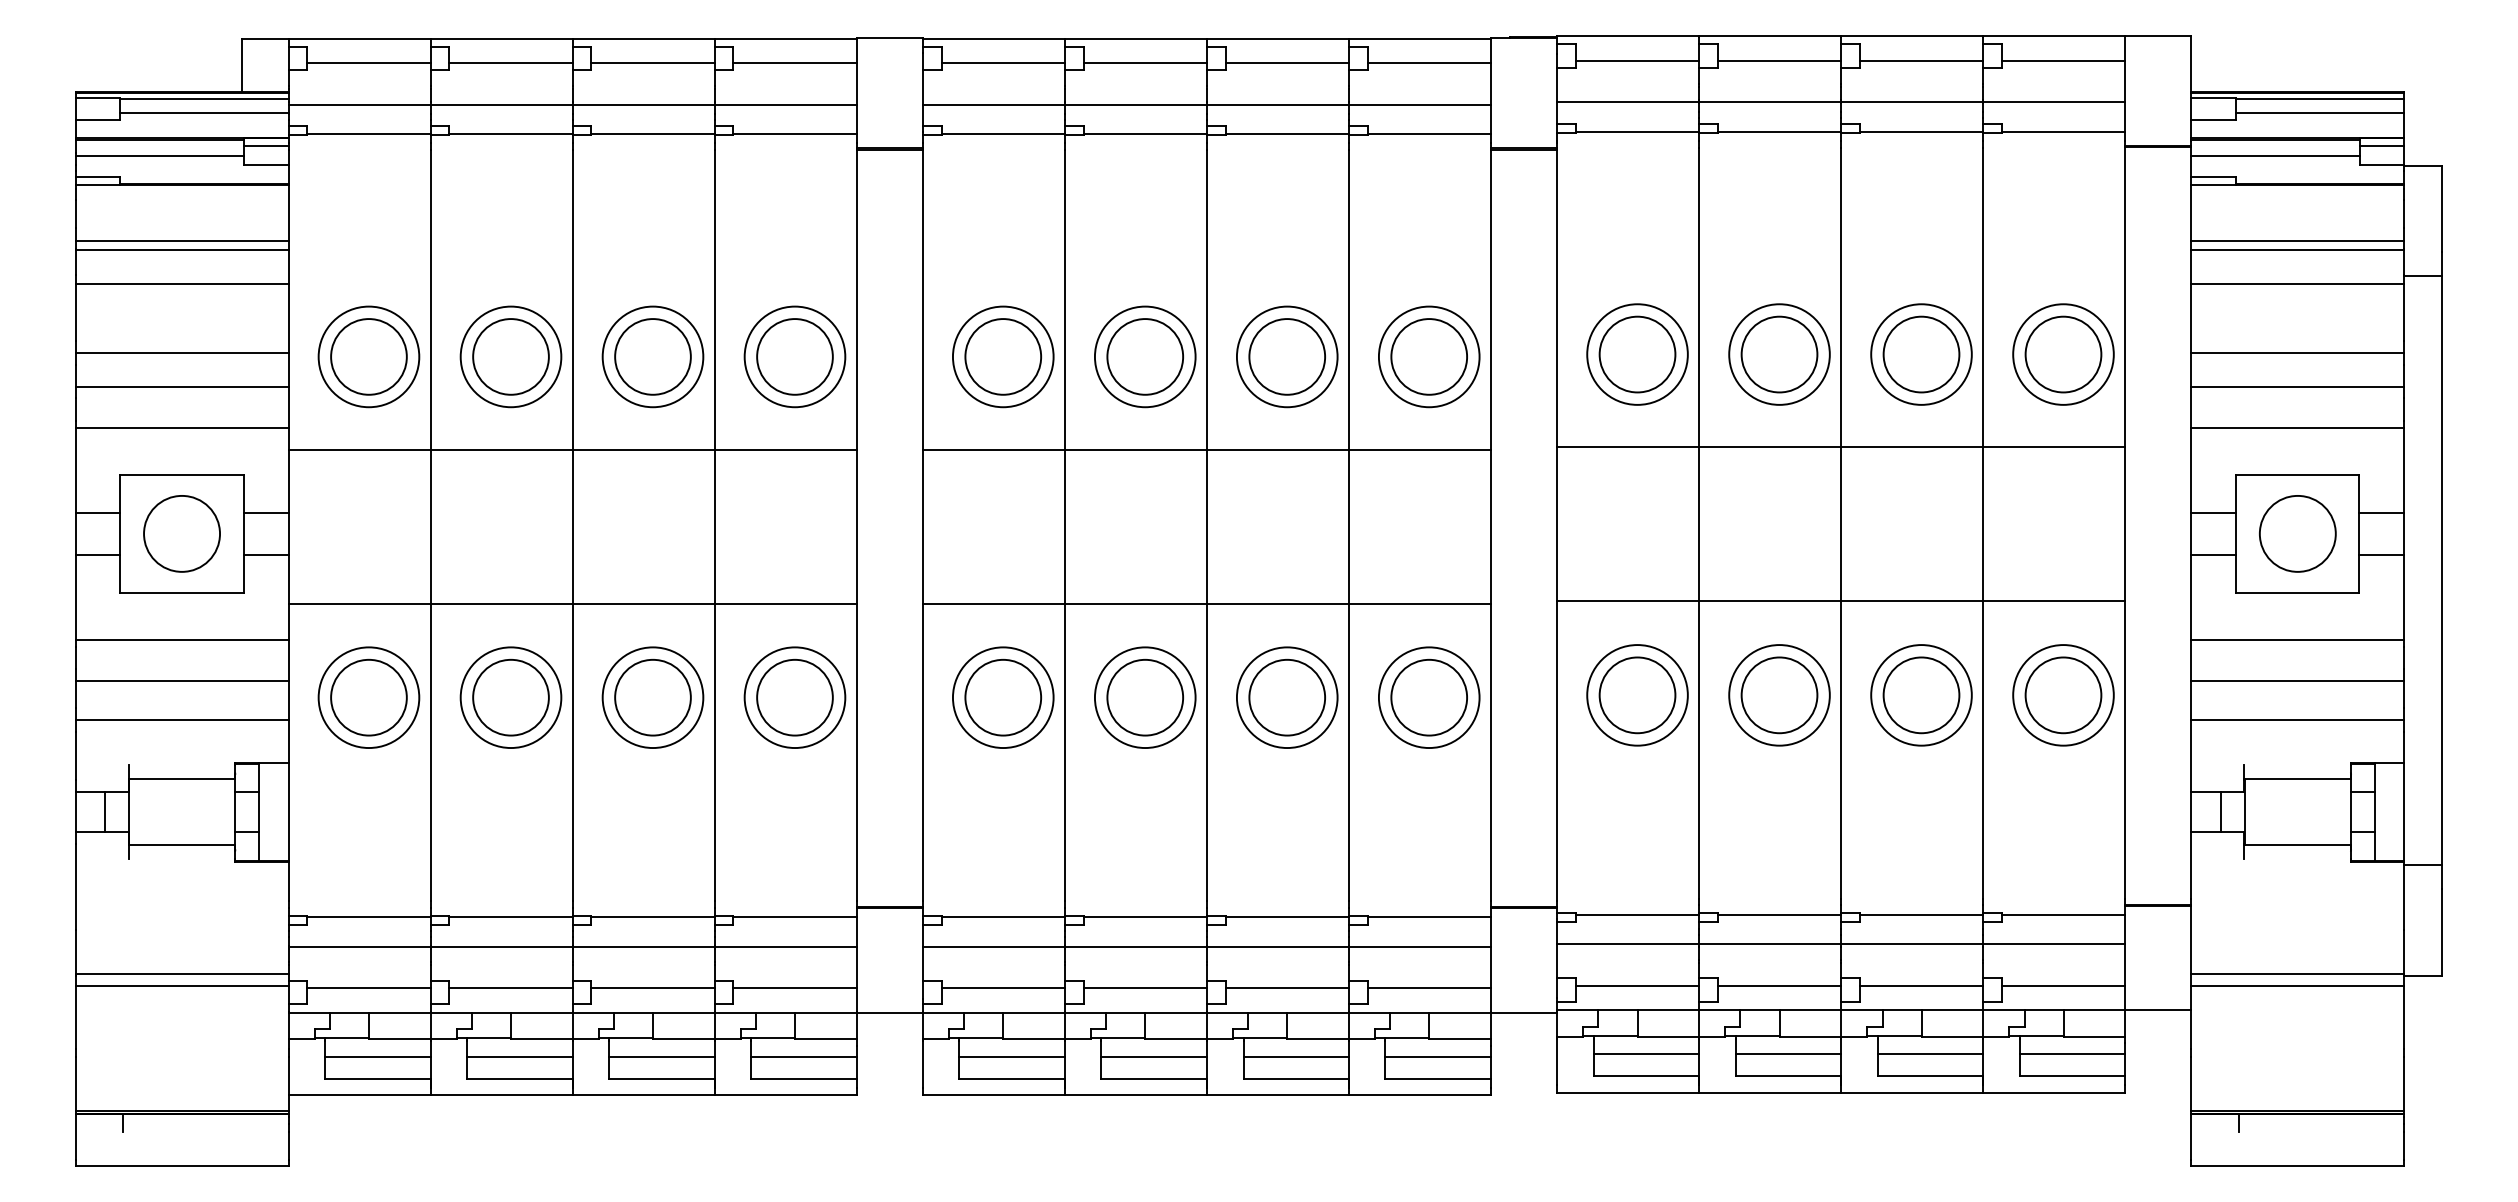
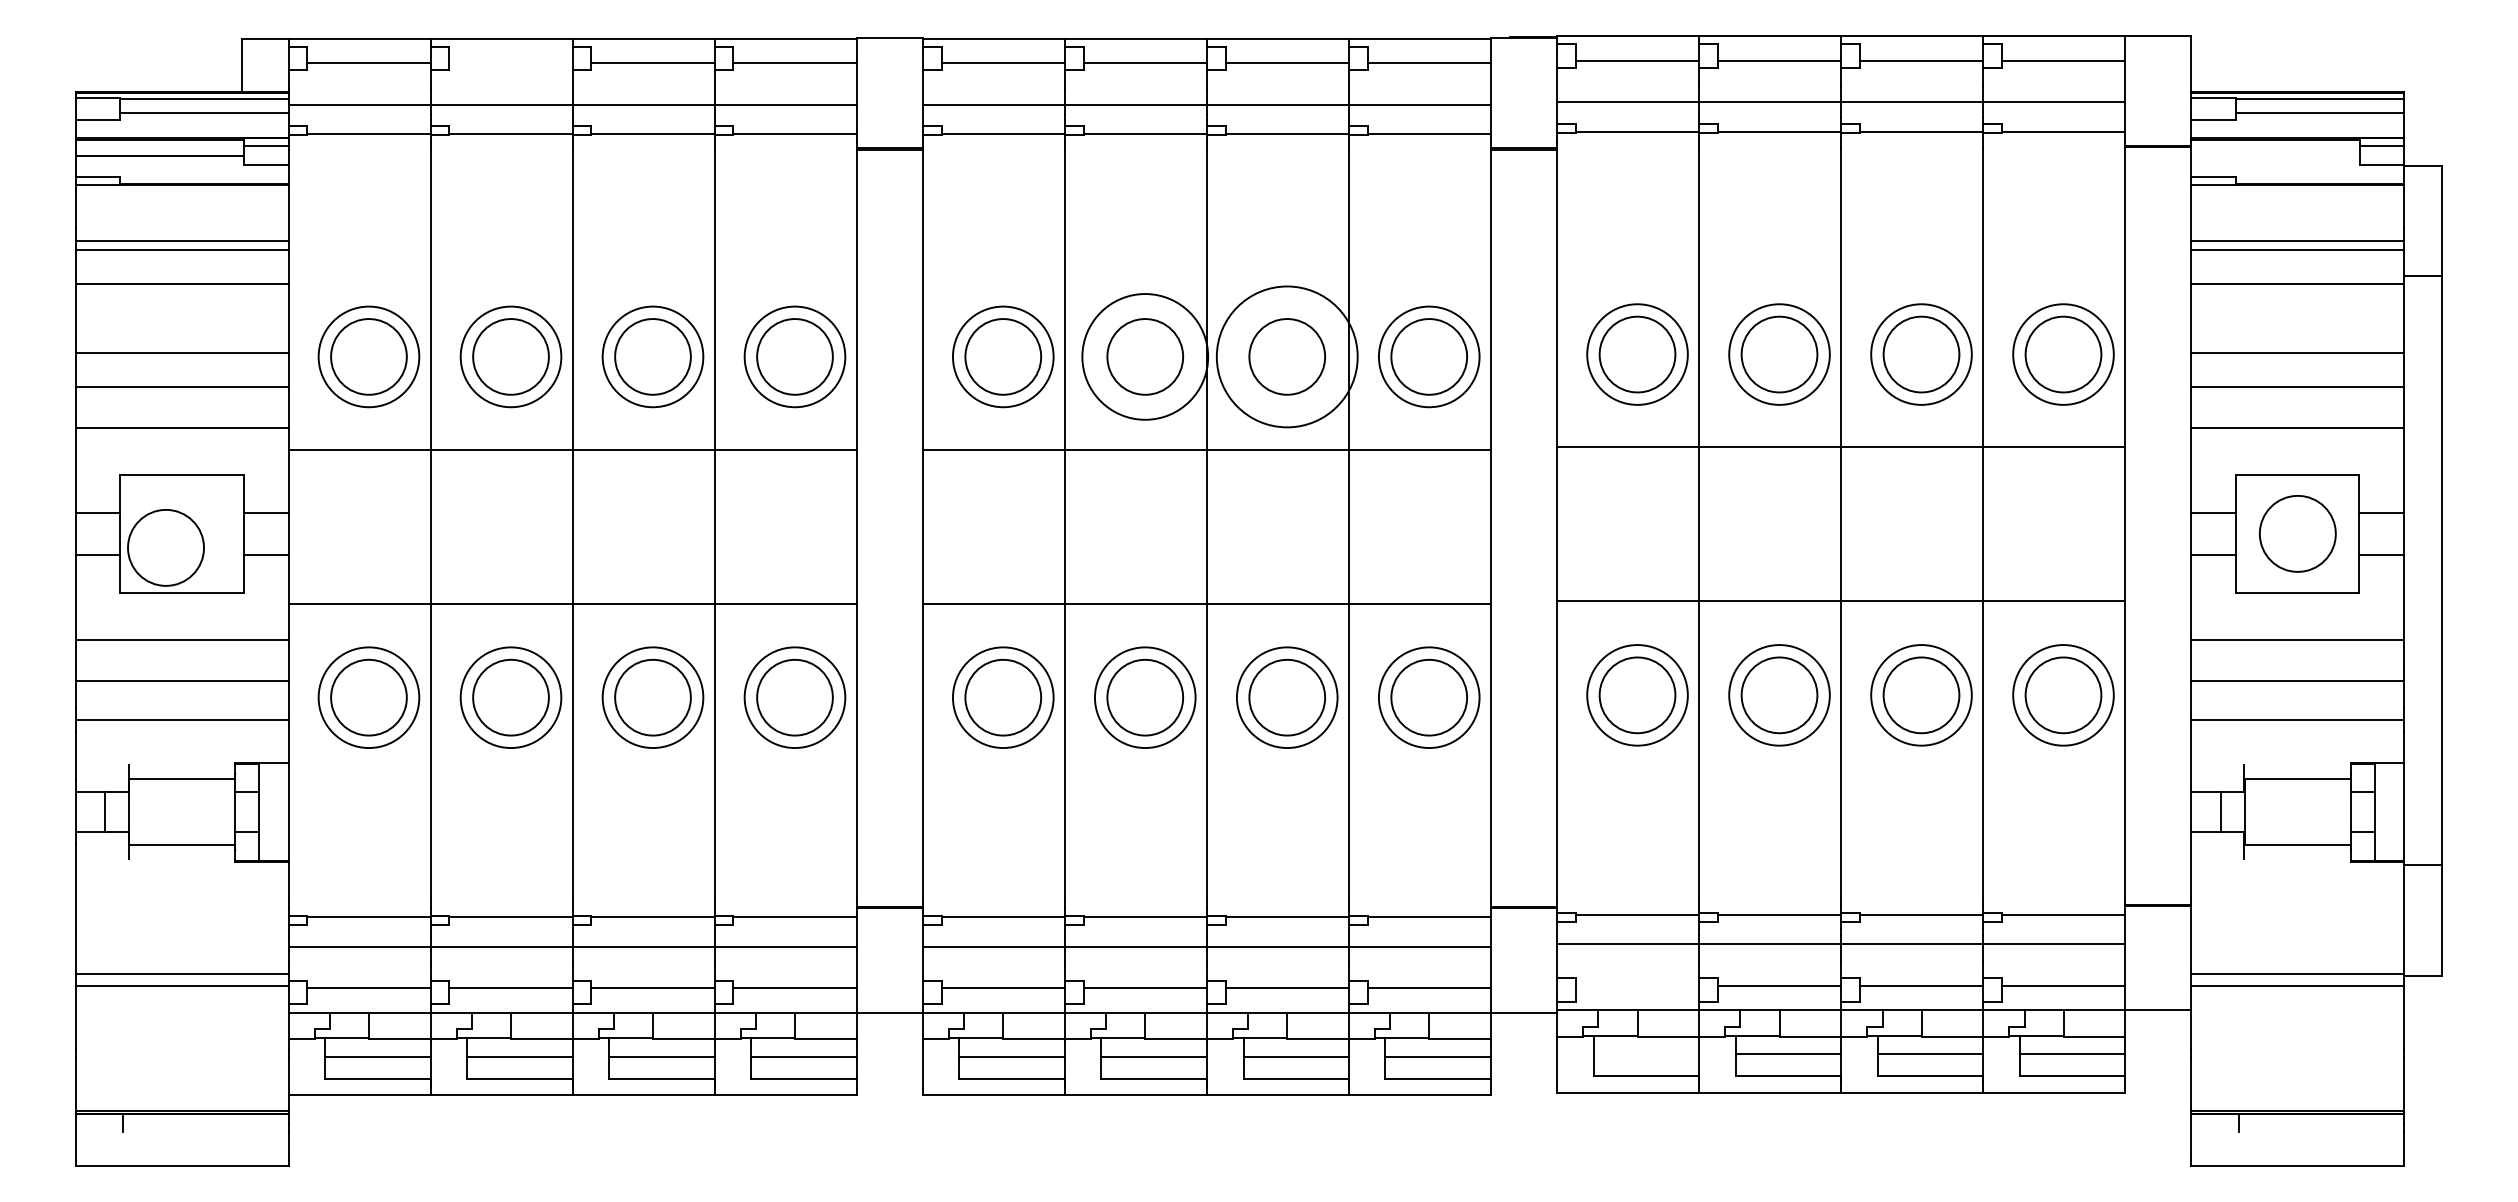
line at (510, 63): present -> none
line at (2275, 155): present -> none
circle at (1144, 356) diameter: 101 px -> 126 px
circle at (1286, 356) diameter: 101 px -> 141 px
circle at (181, 533) position: (181, 533) -> (165, 547)
line at (1637, 985): present -> none
line at (1646, 1054): present -> none
